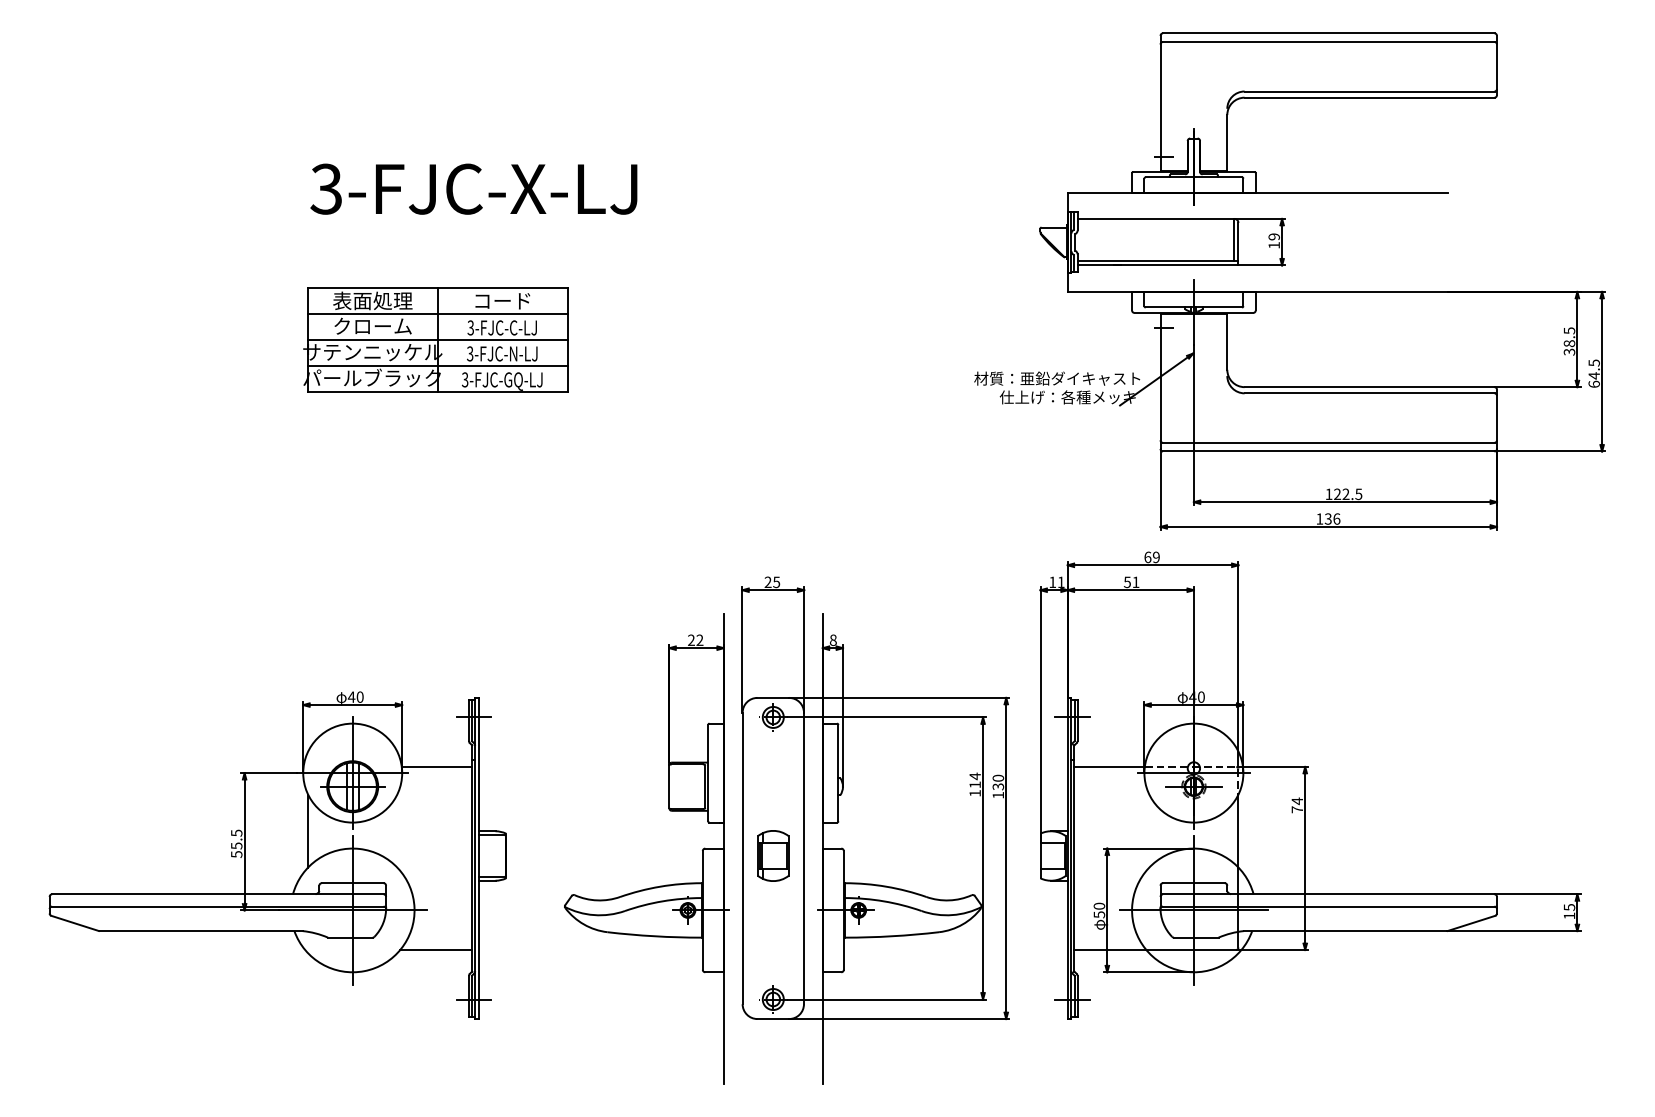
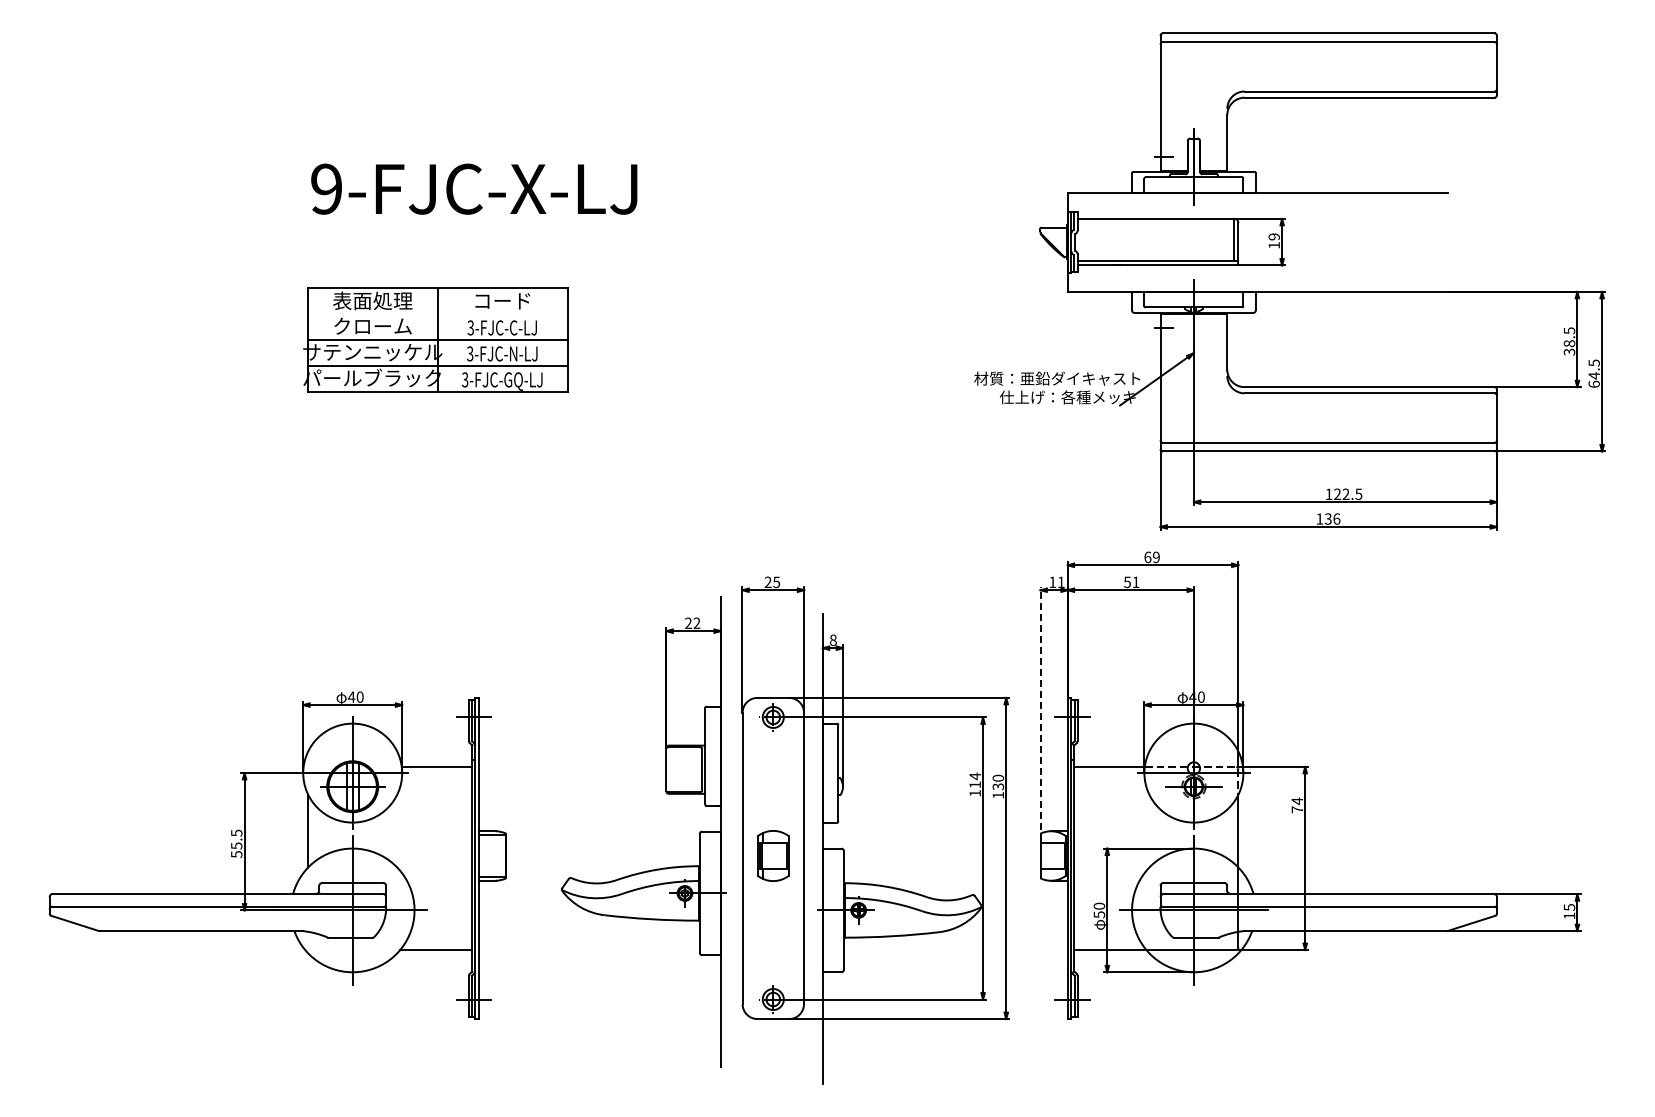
text at (325, 188): 3-FJC-X-LJ -> 9-FJC-X-LJ
line at (437, 314): present -> none
line at (1040, 713): solid -> dashed
part at (654, 886) position: (654, 886) -> (651, 869)
